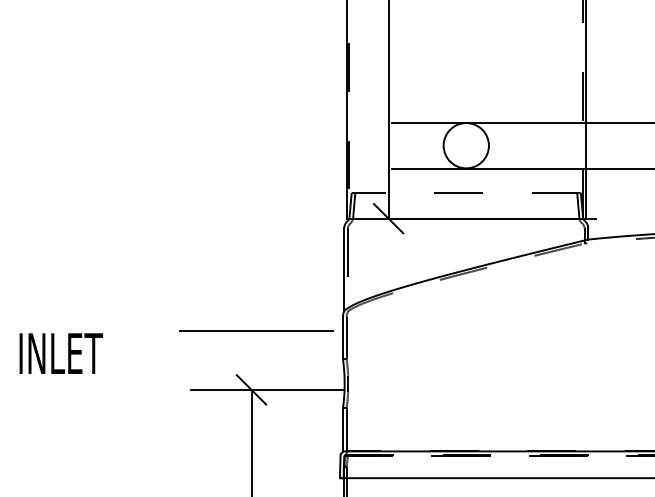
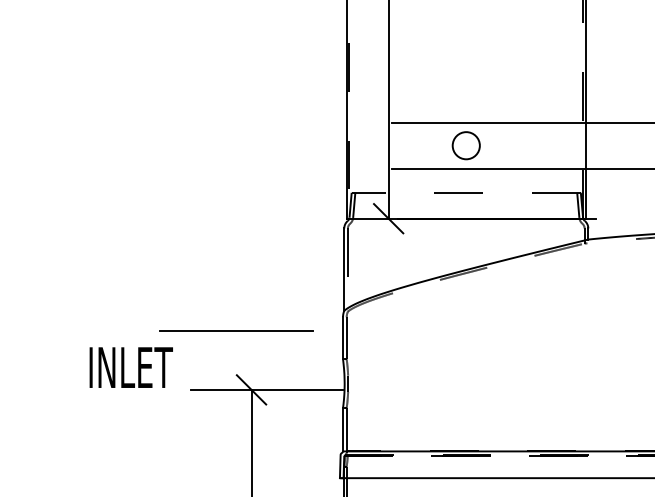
circle at (465, 145) diameter: 45 px -> 27 px
line at (256, 330) position: (256, 330) -> (236, 330)
text at (60, 353) position: (60, 353) -> (130, 367)
